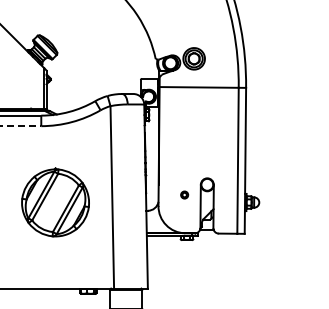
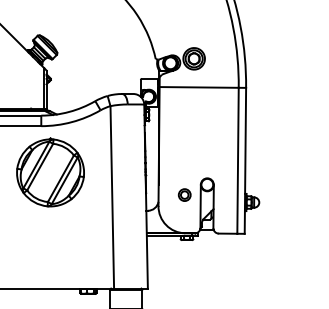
line at (21, 126): dashed -> solid
part at (184, 194) size: 10x10 px -> 15x14 px
part at (55, 202) position: (55, 202) -> (50, 172)
